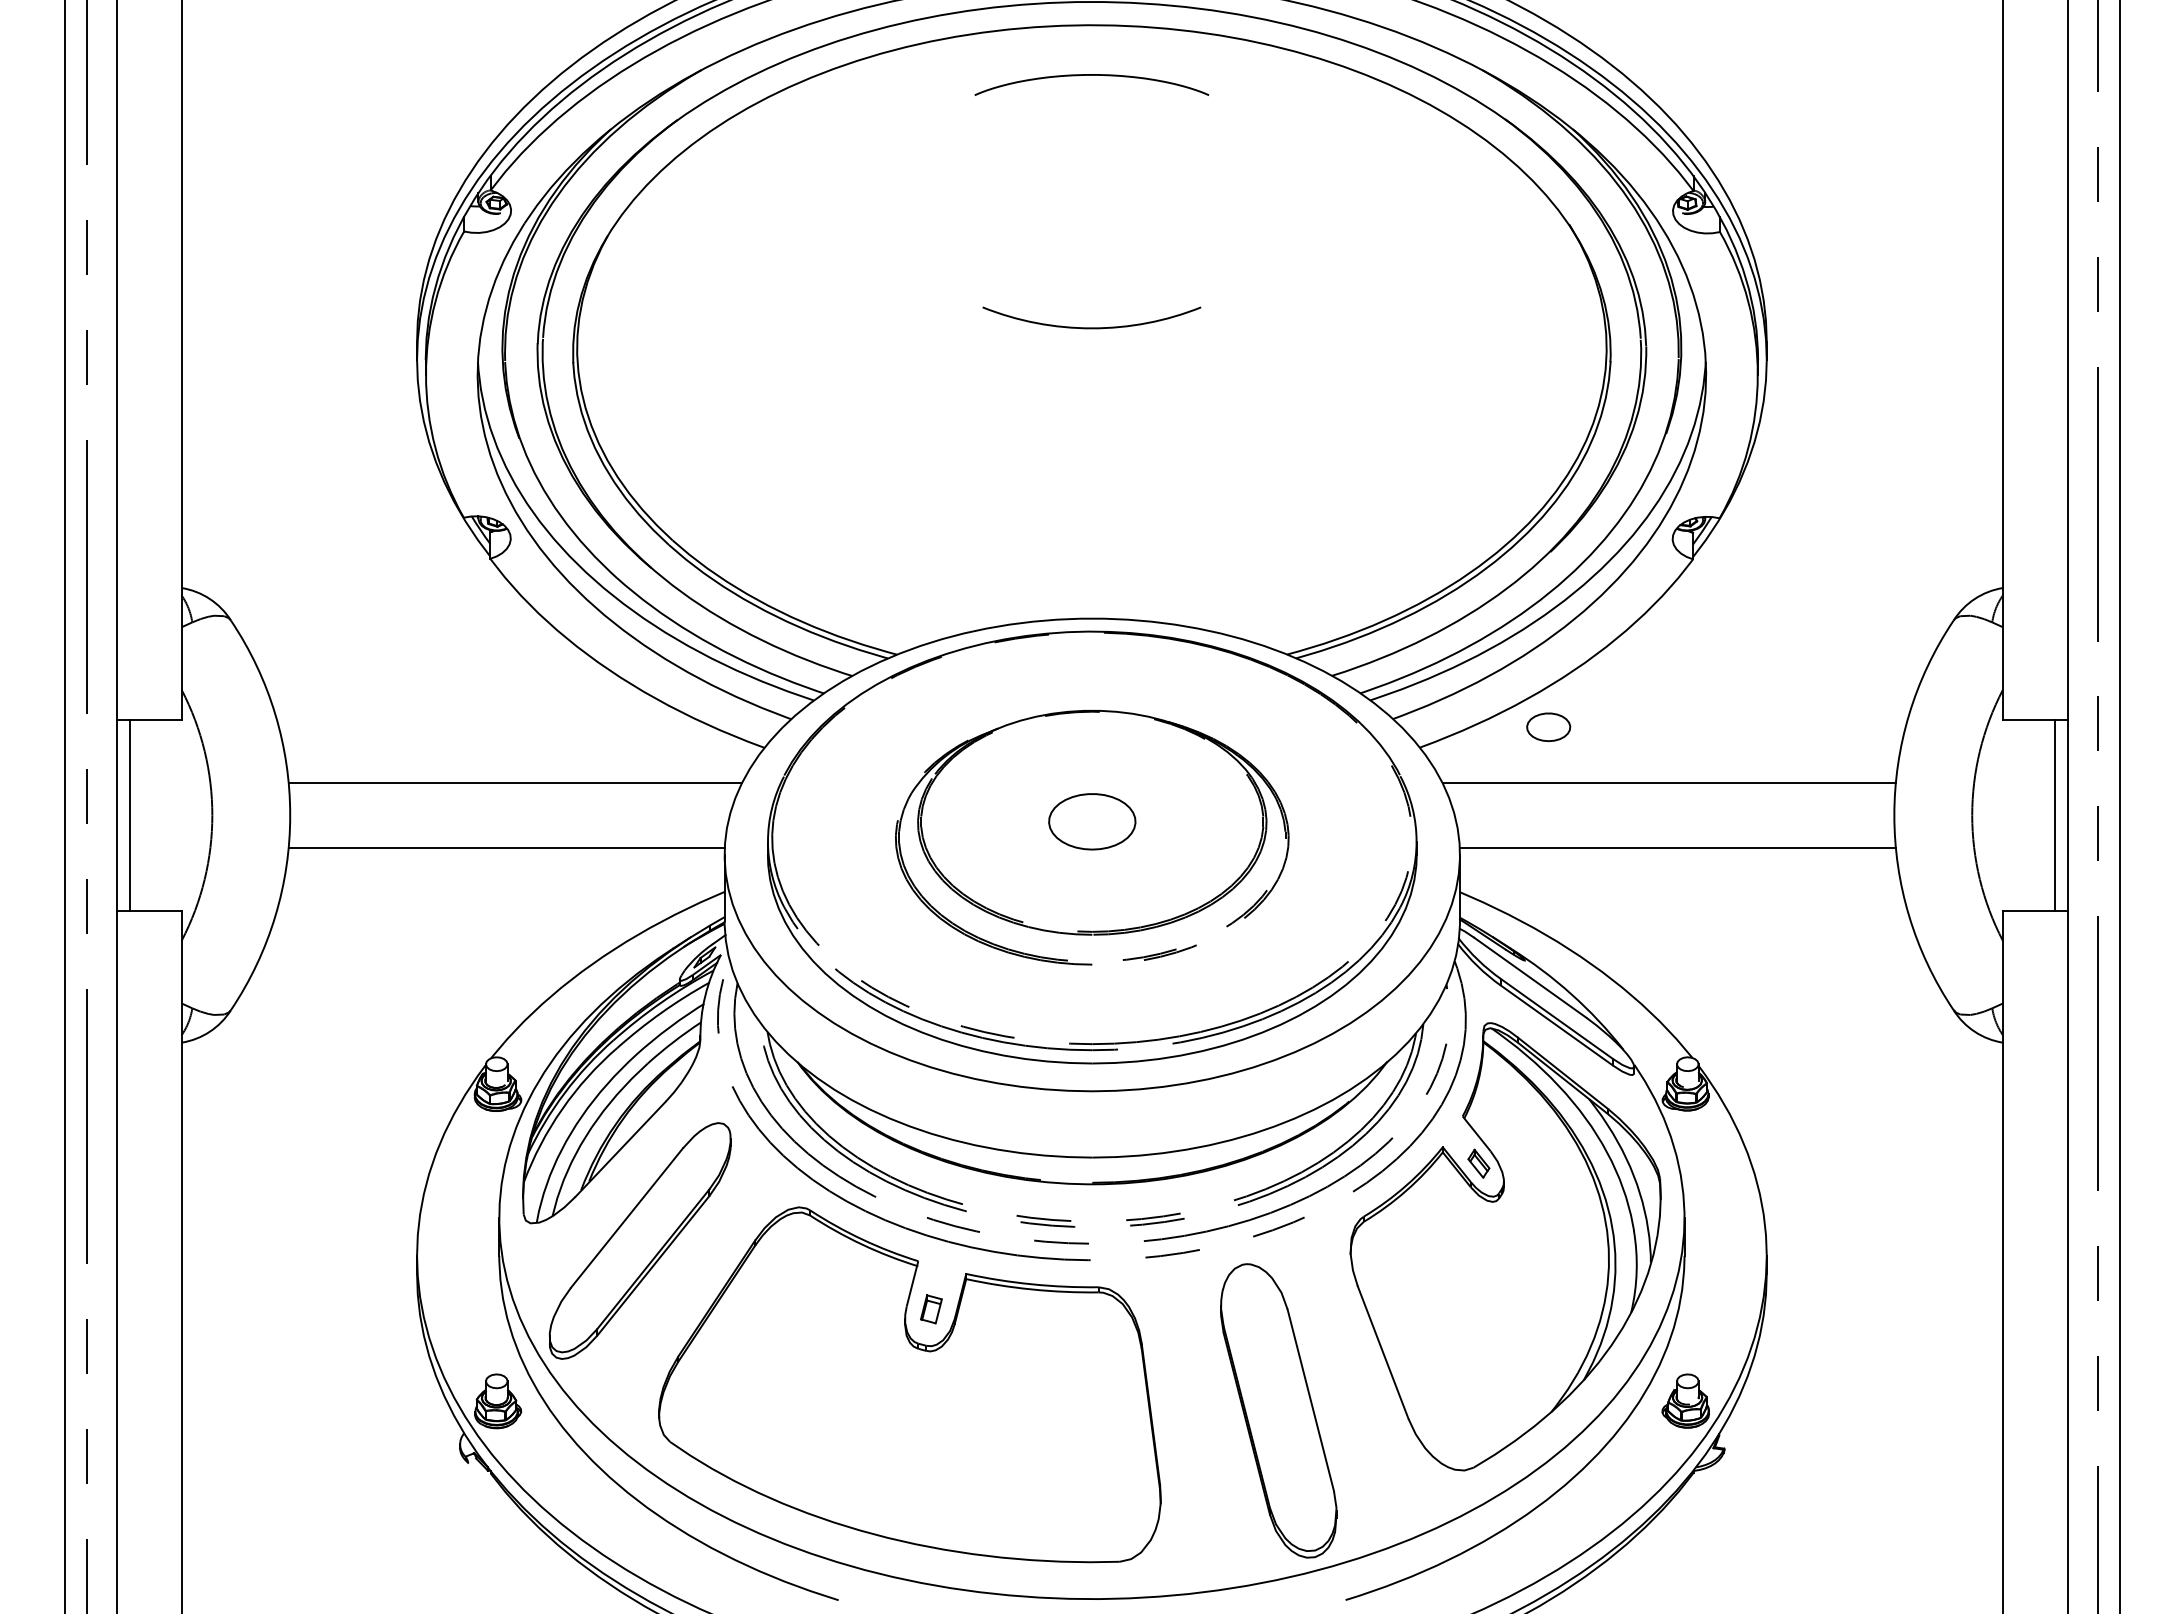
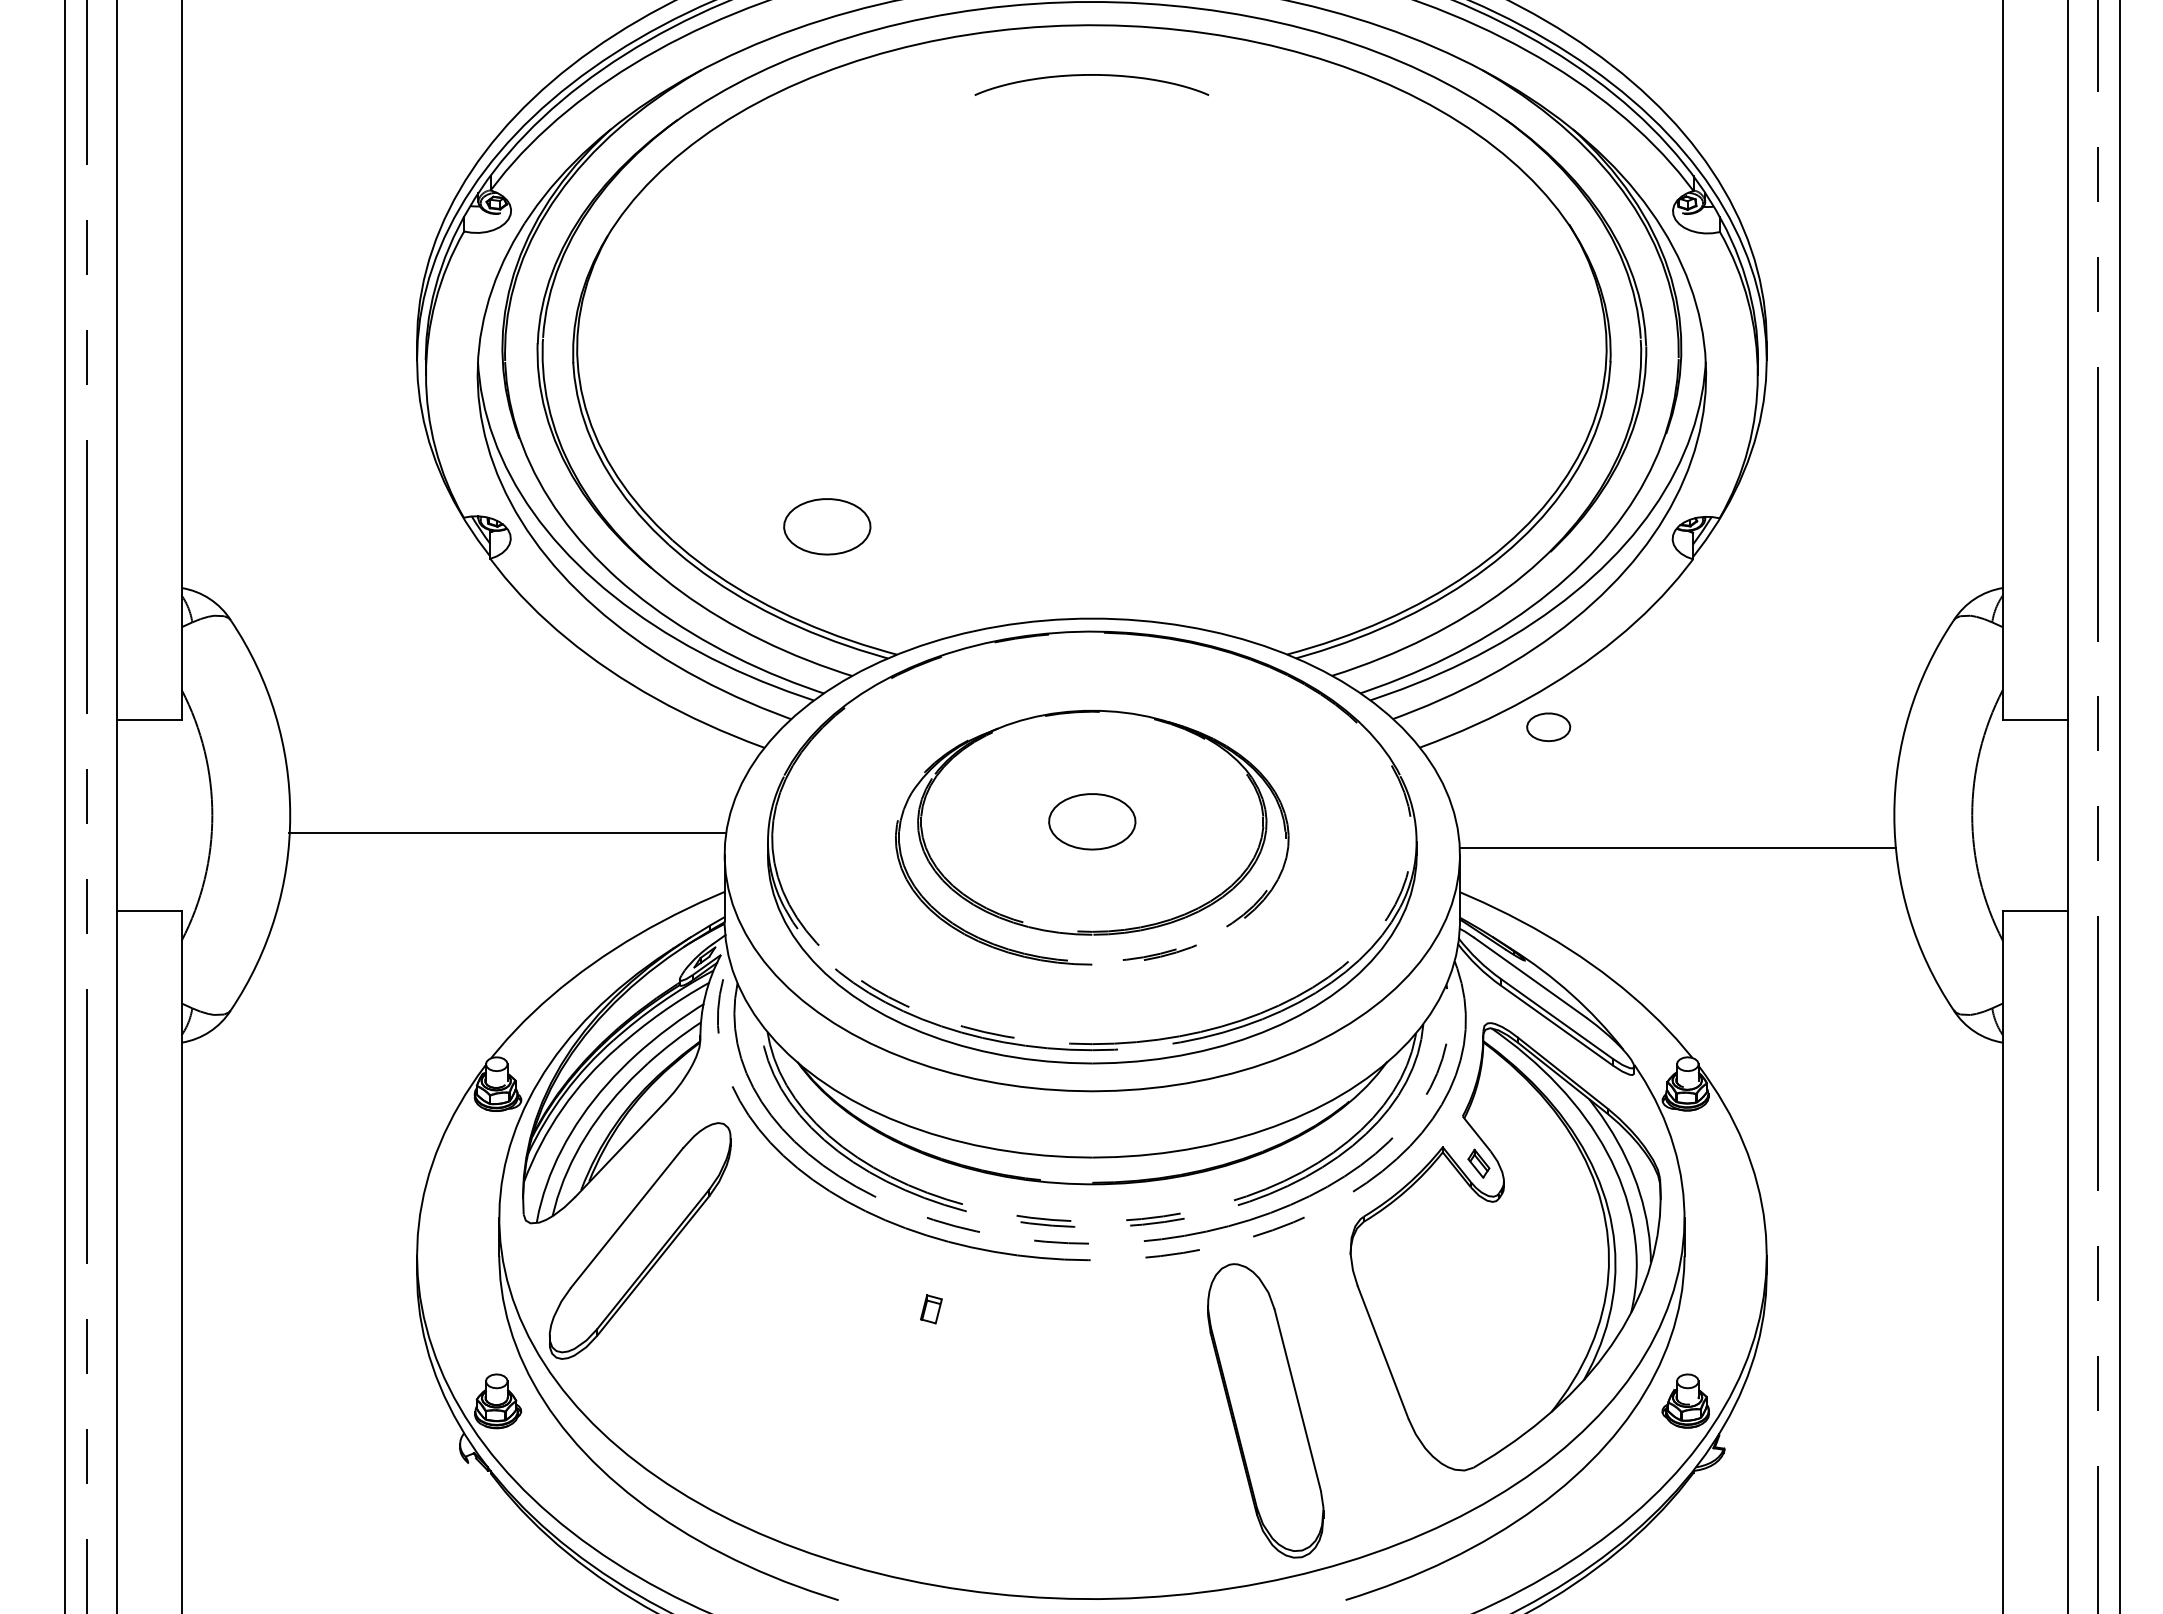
arc at (1091, 327): present -> none
part at (827, 526): none -> present
line at (515, 782): present -> none
line at (1668, 782): present -> none
line at (129, 815): present -> none
line at (2054, 815): present -> none
line at (506, 847) position: (506, 847) -> (506, 832)
part at (909, 1384): present -> none
part at (1278, 1410) position: (1278, 1410) -> (1265, 1410)
